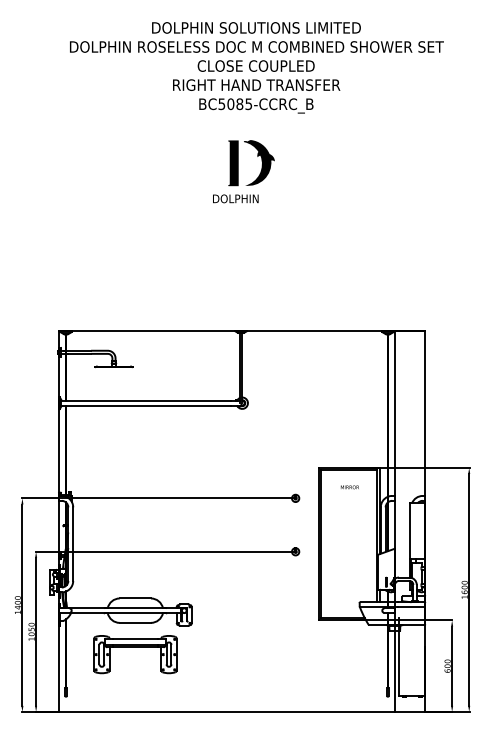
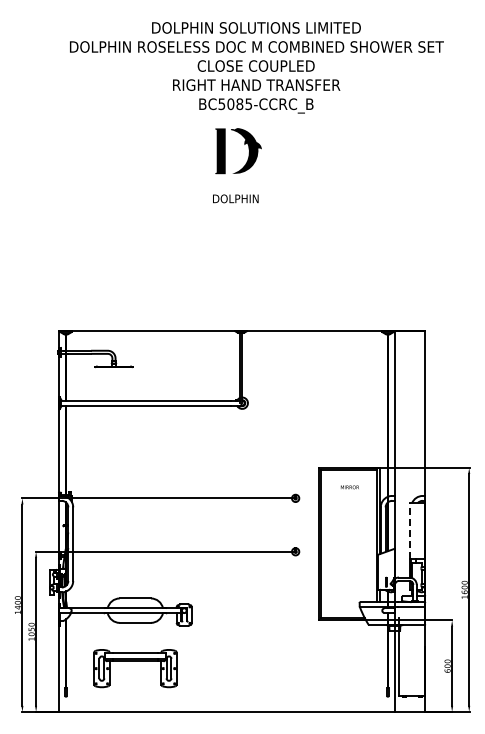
part at (257, 156) position: (257, 156) -> (244, 144)
line at (409, 530): solid -> dashed
part at (135, 647) position: (135, 647) -> (135, 661)
